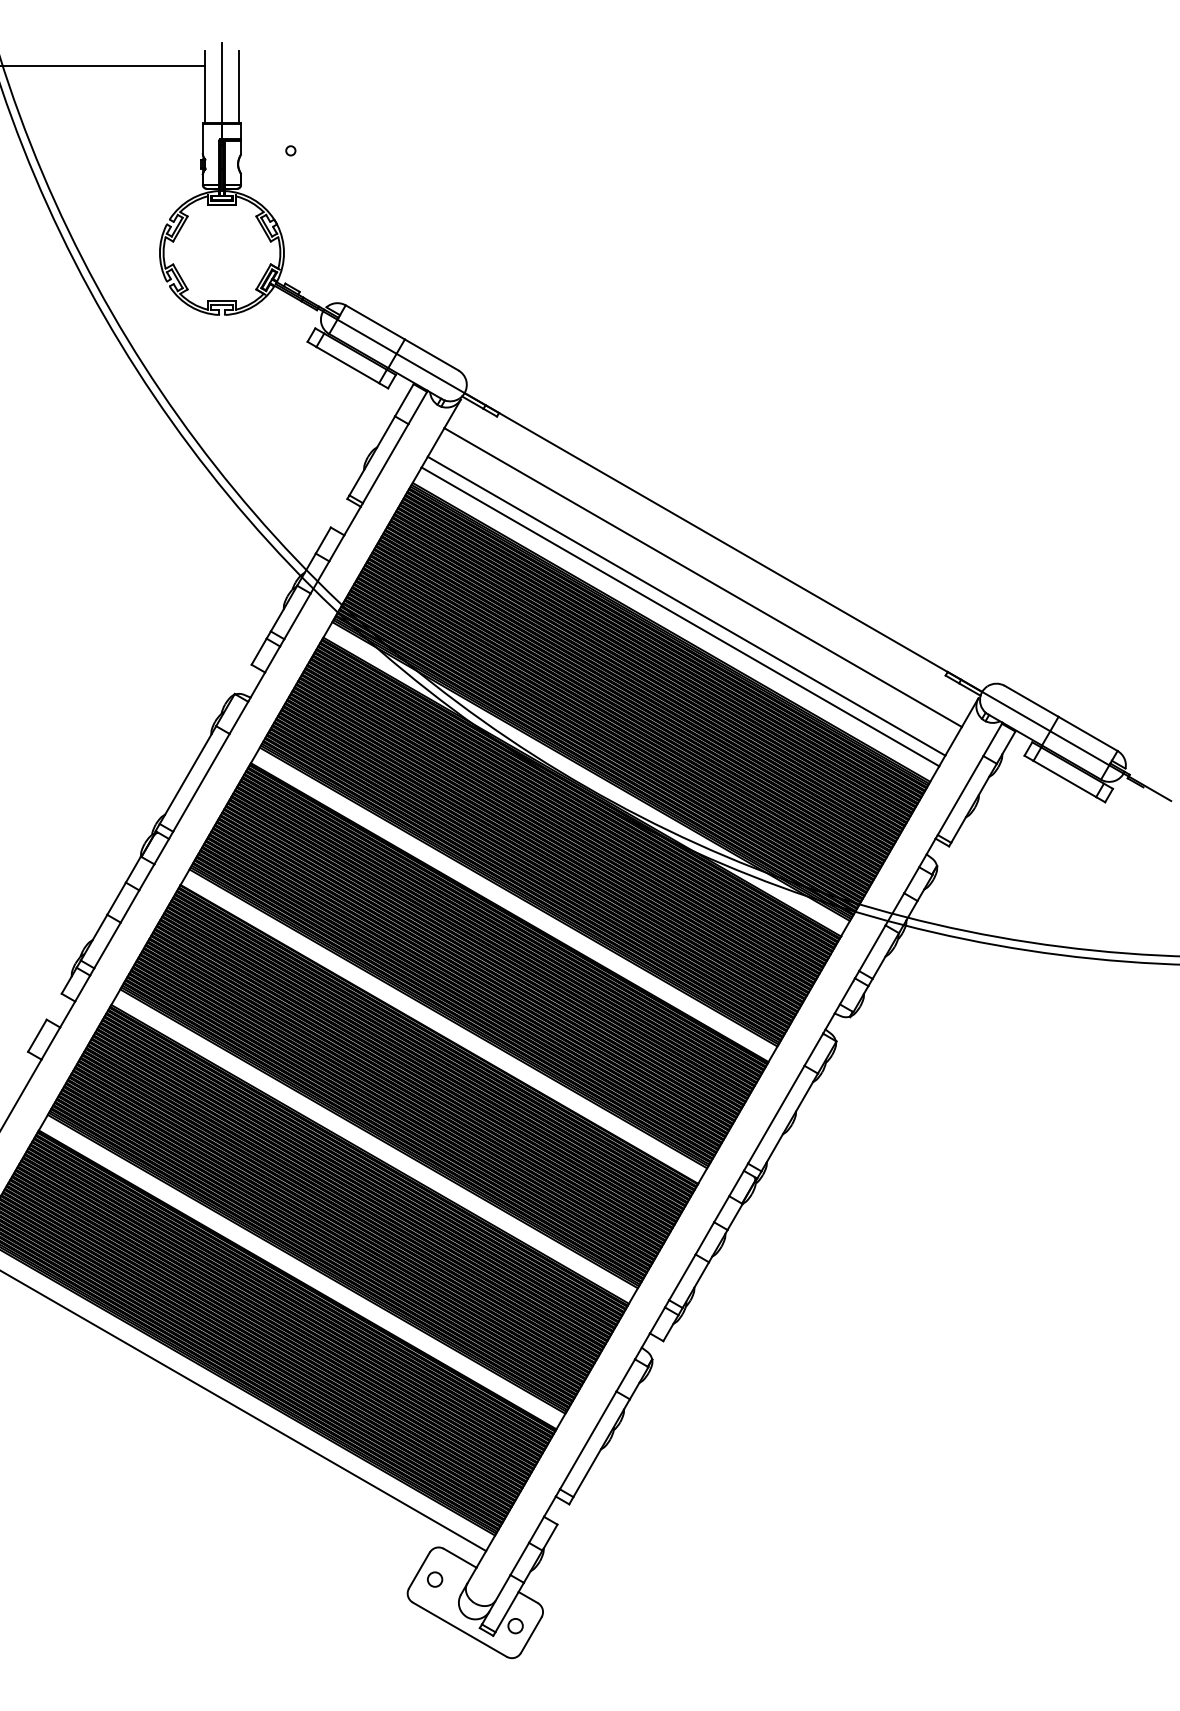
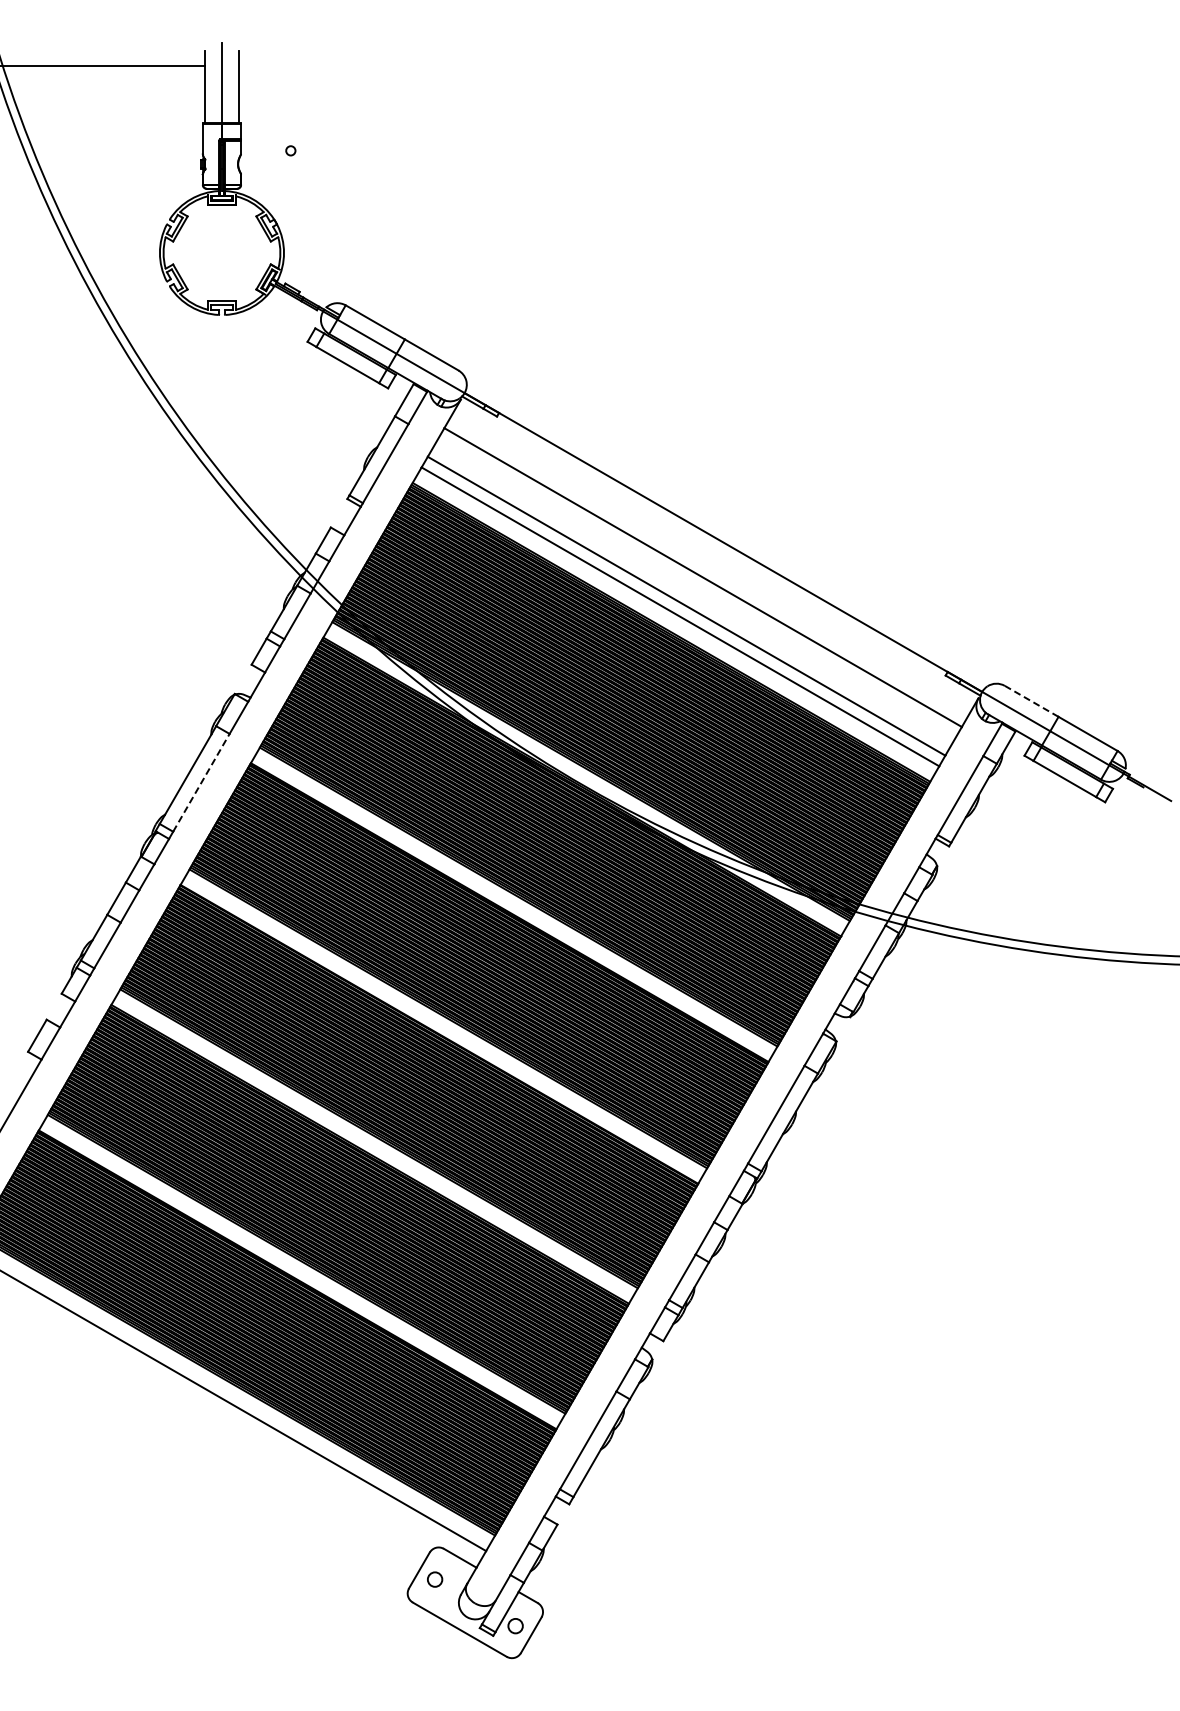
line at (1031, 701): solid -> dashed
line at (201, 782): solid -> dashed
